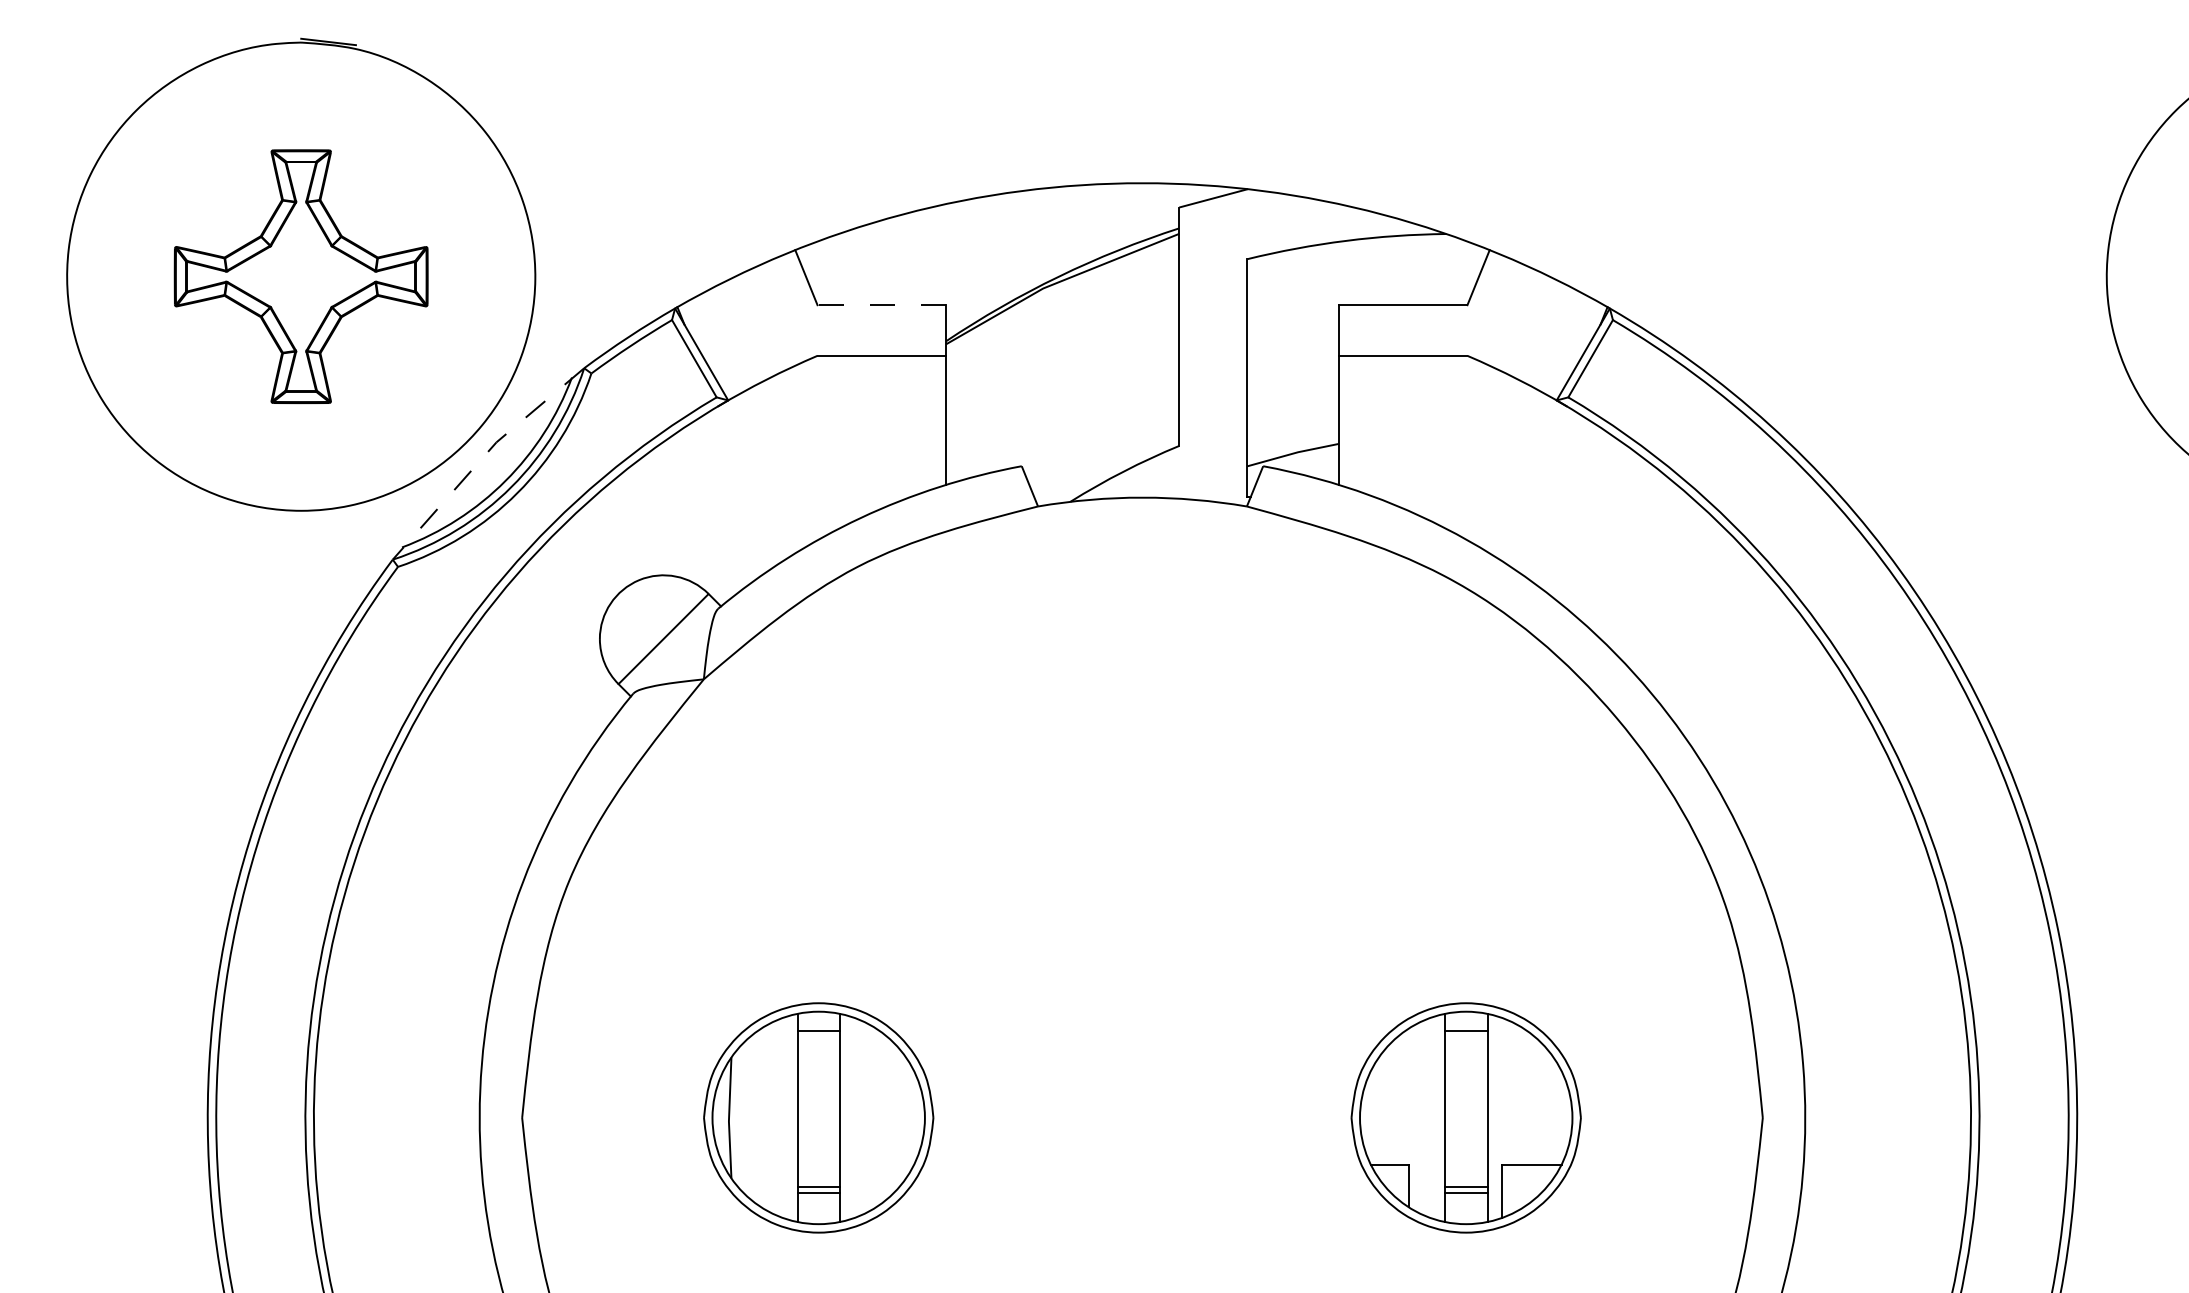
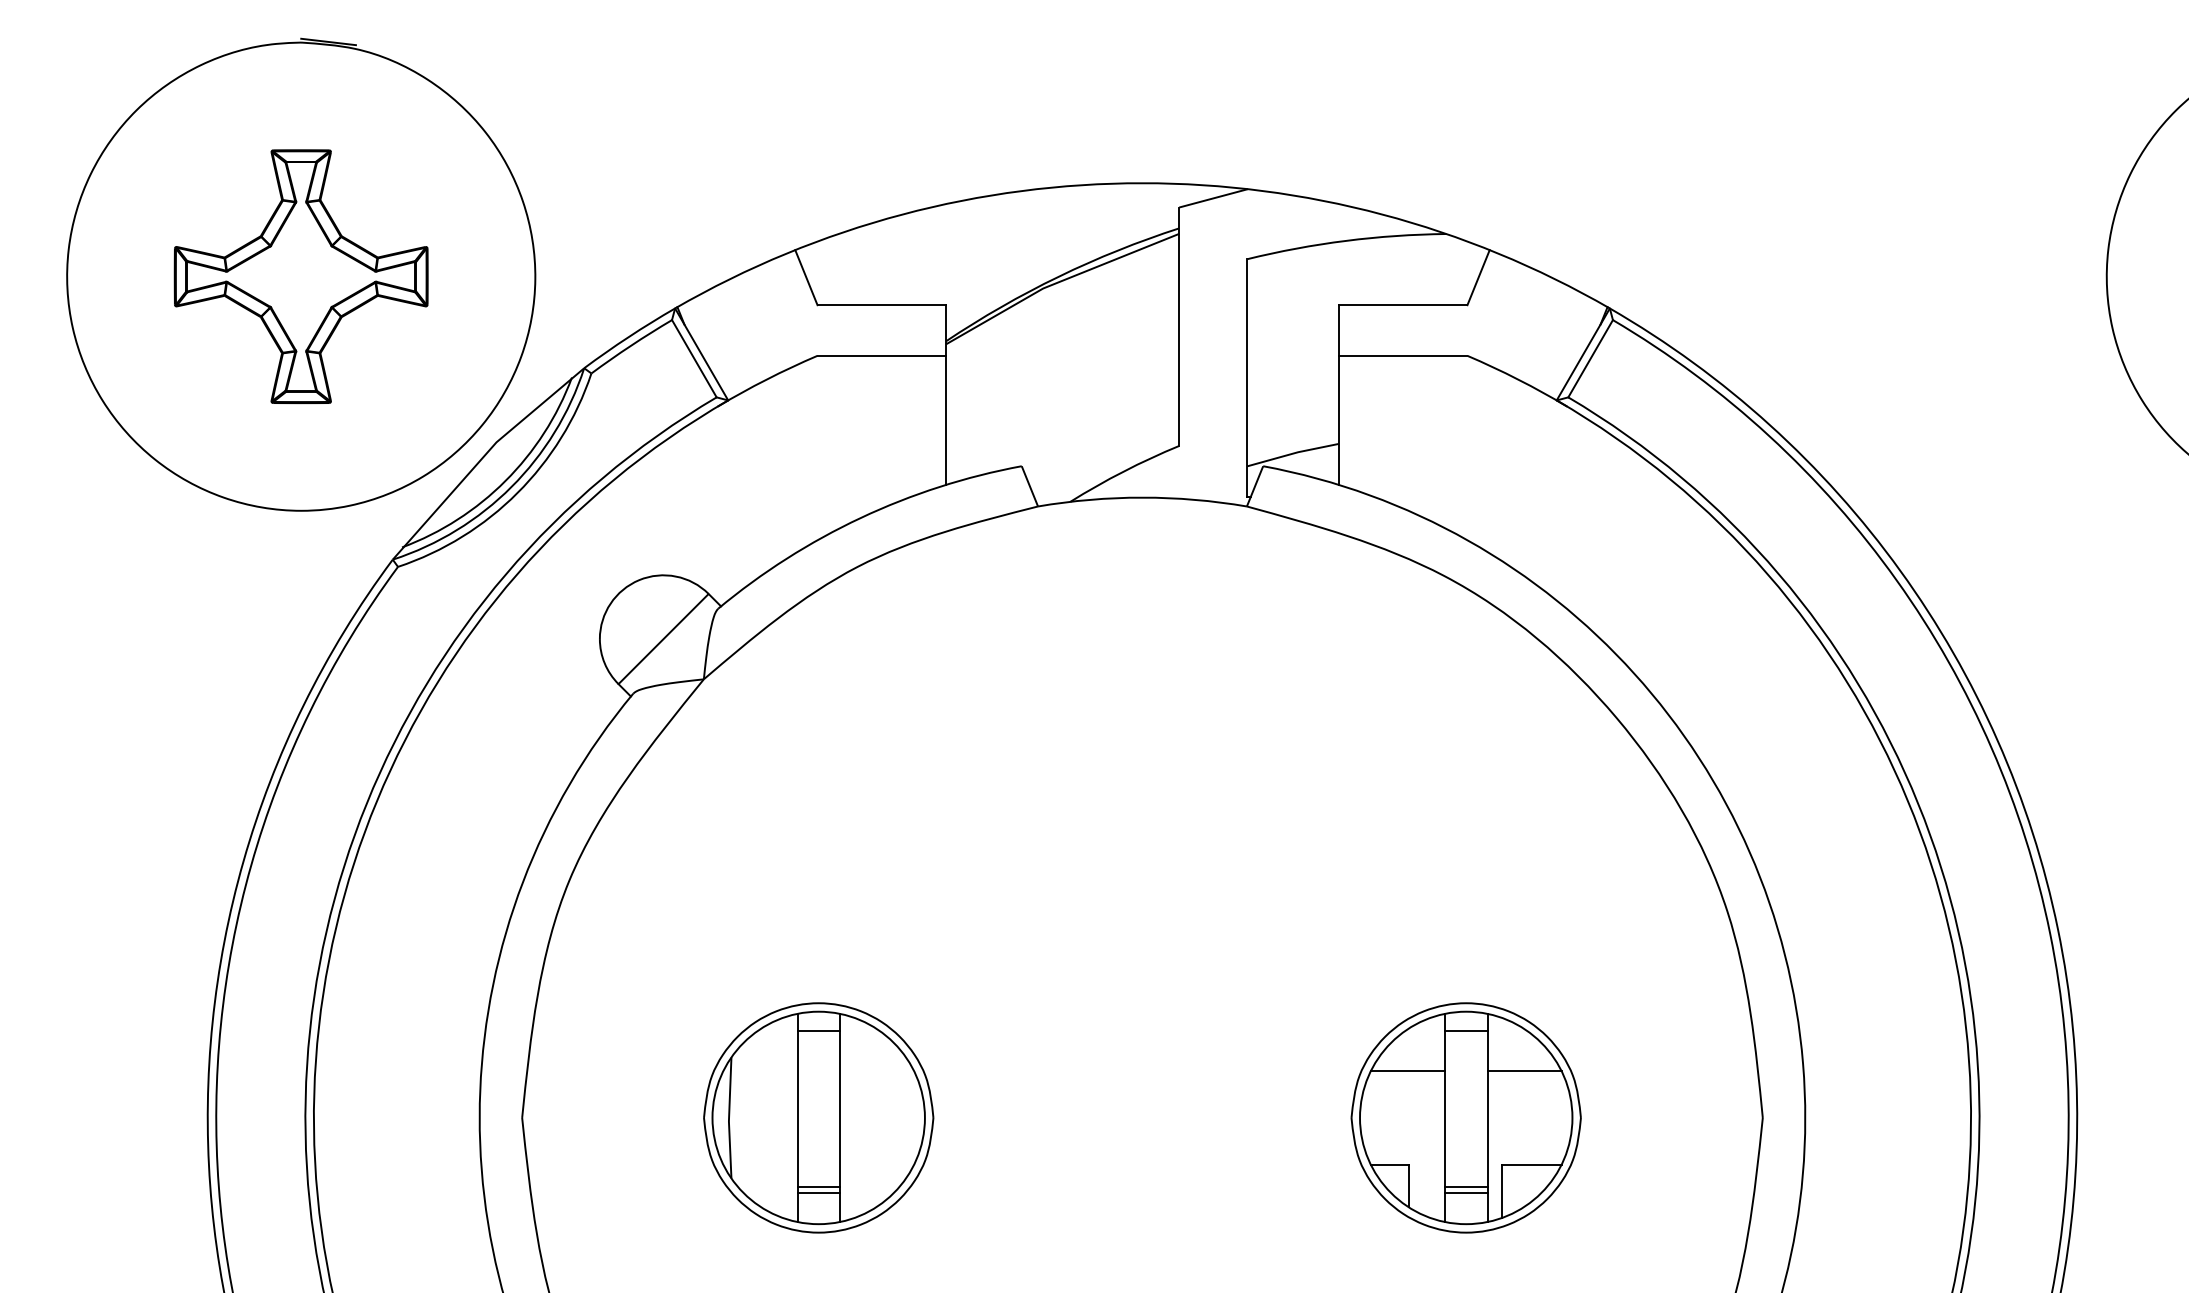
line at (881, 305): dashed -> solid
line at (482, 458): dashed -> solid
line at (1407, 1071): none -> present
line at (1524, 1071): none -> present
